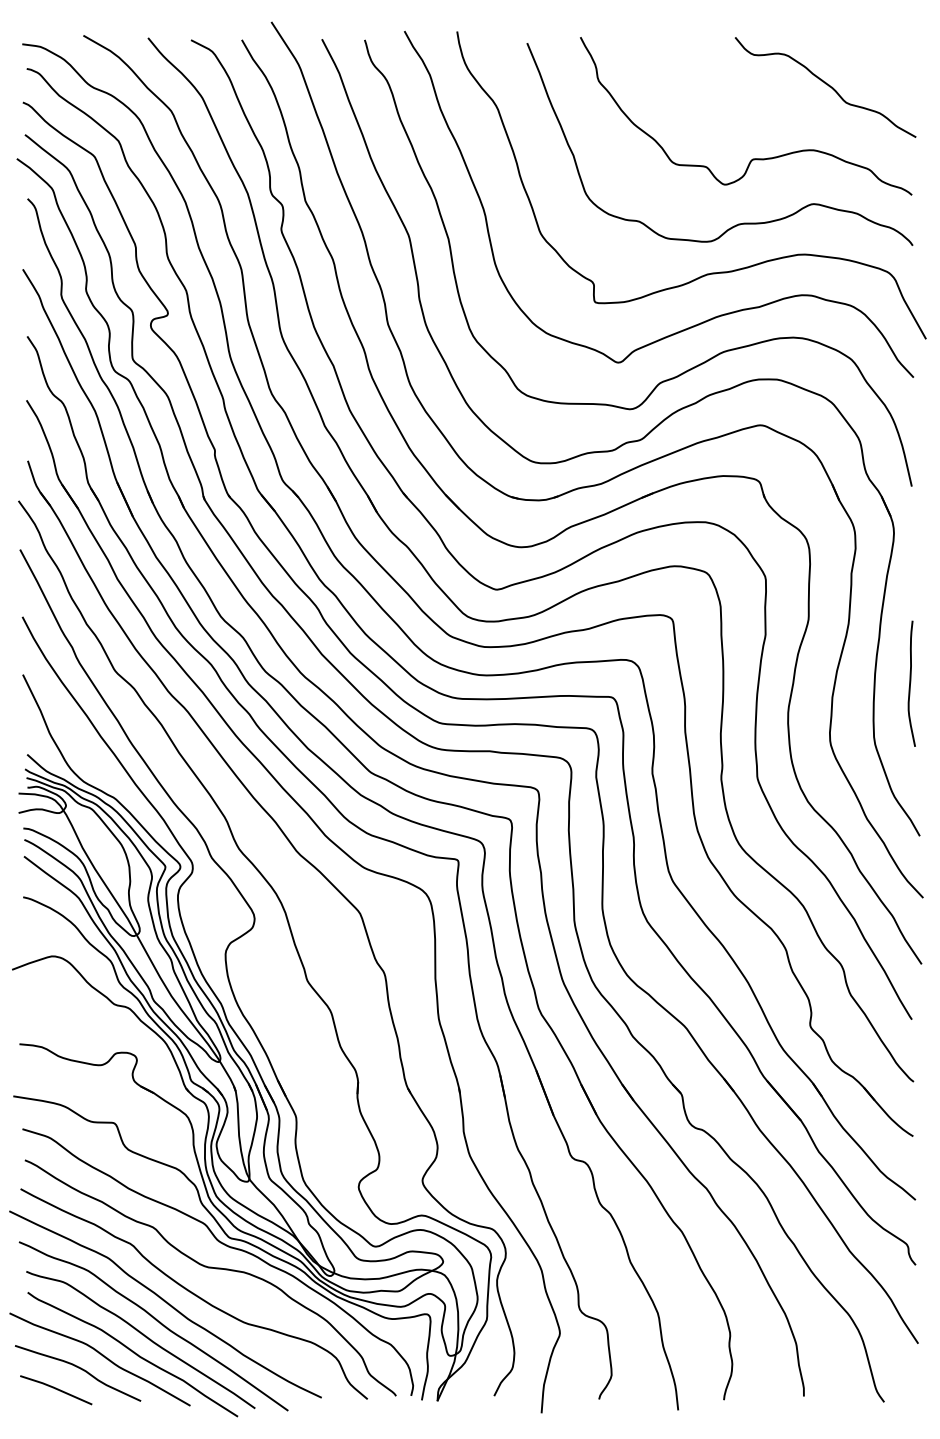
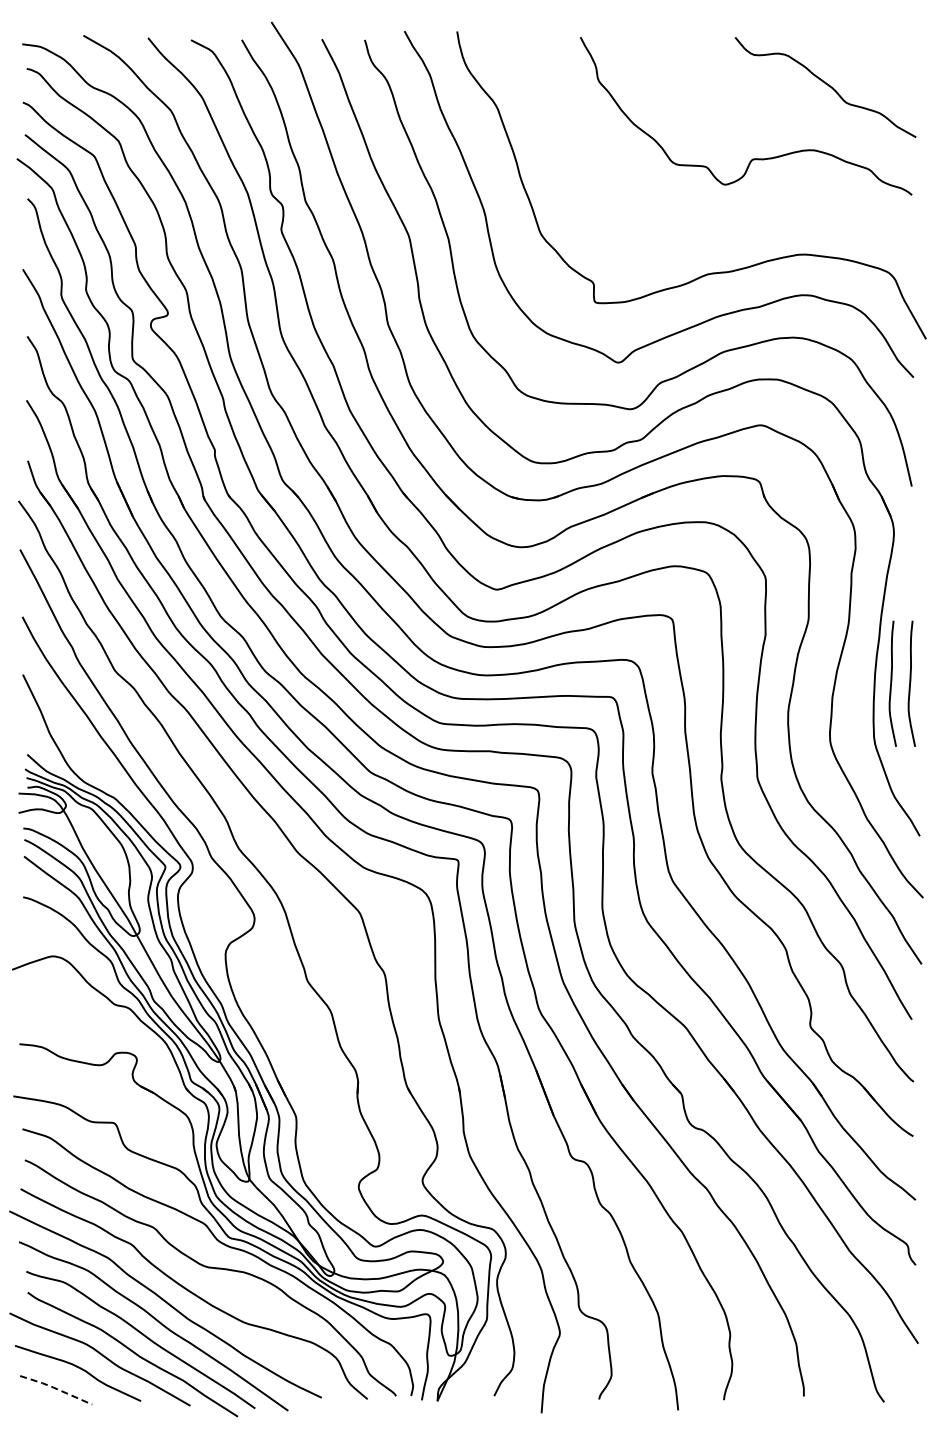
curve at (738, 223): present -> none
curve at (892, 682): none -> present
line at (56, 1388): solid -> dashed
